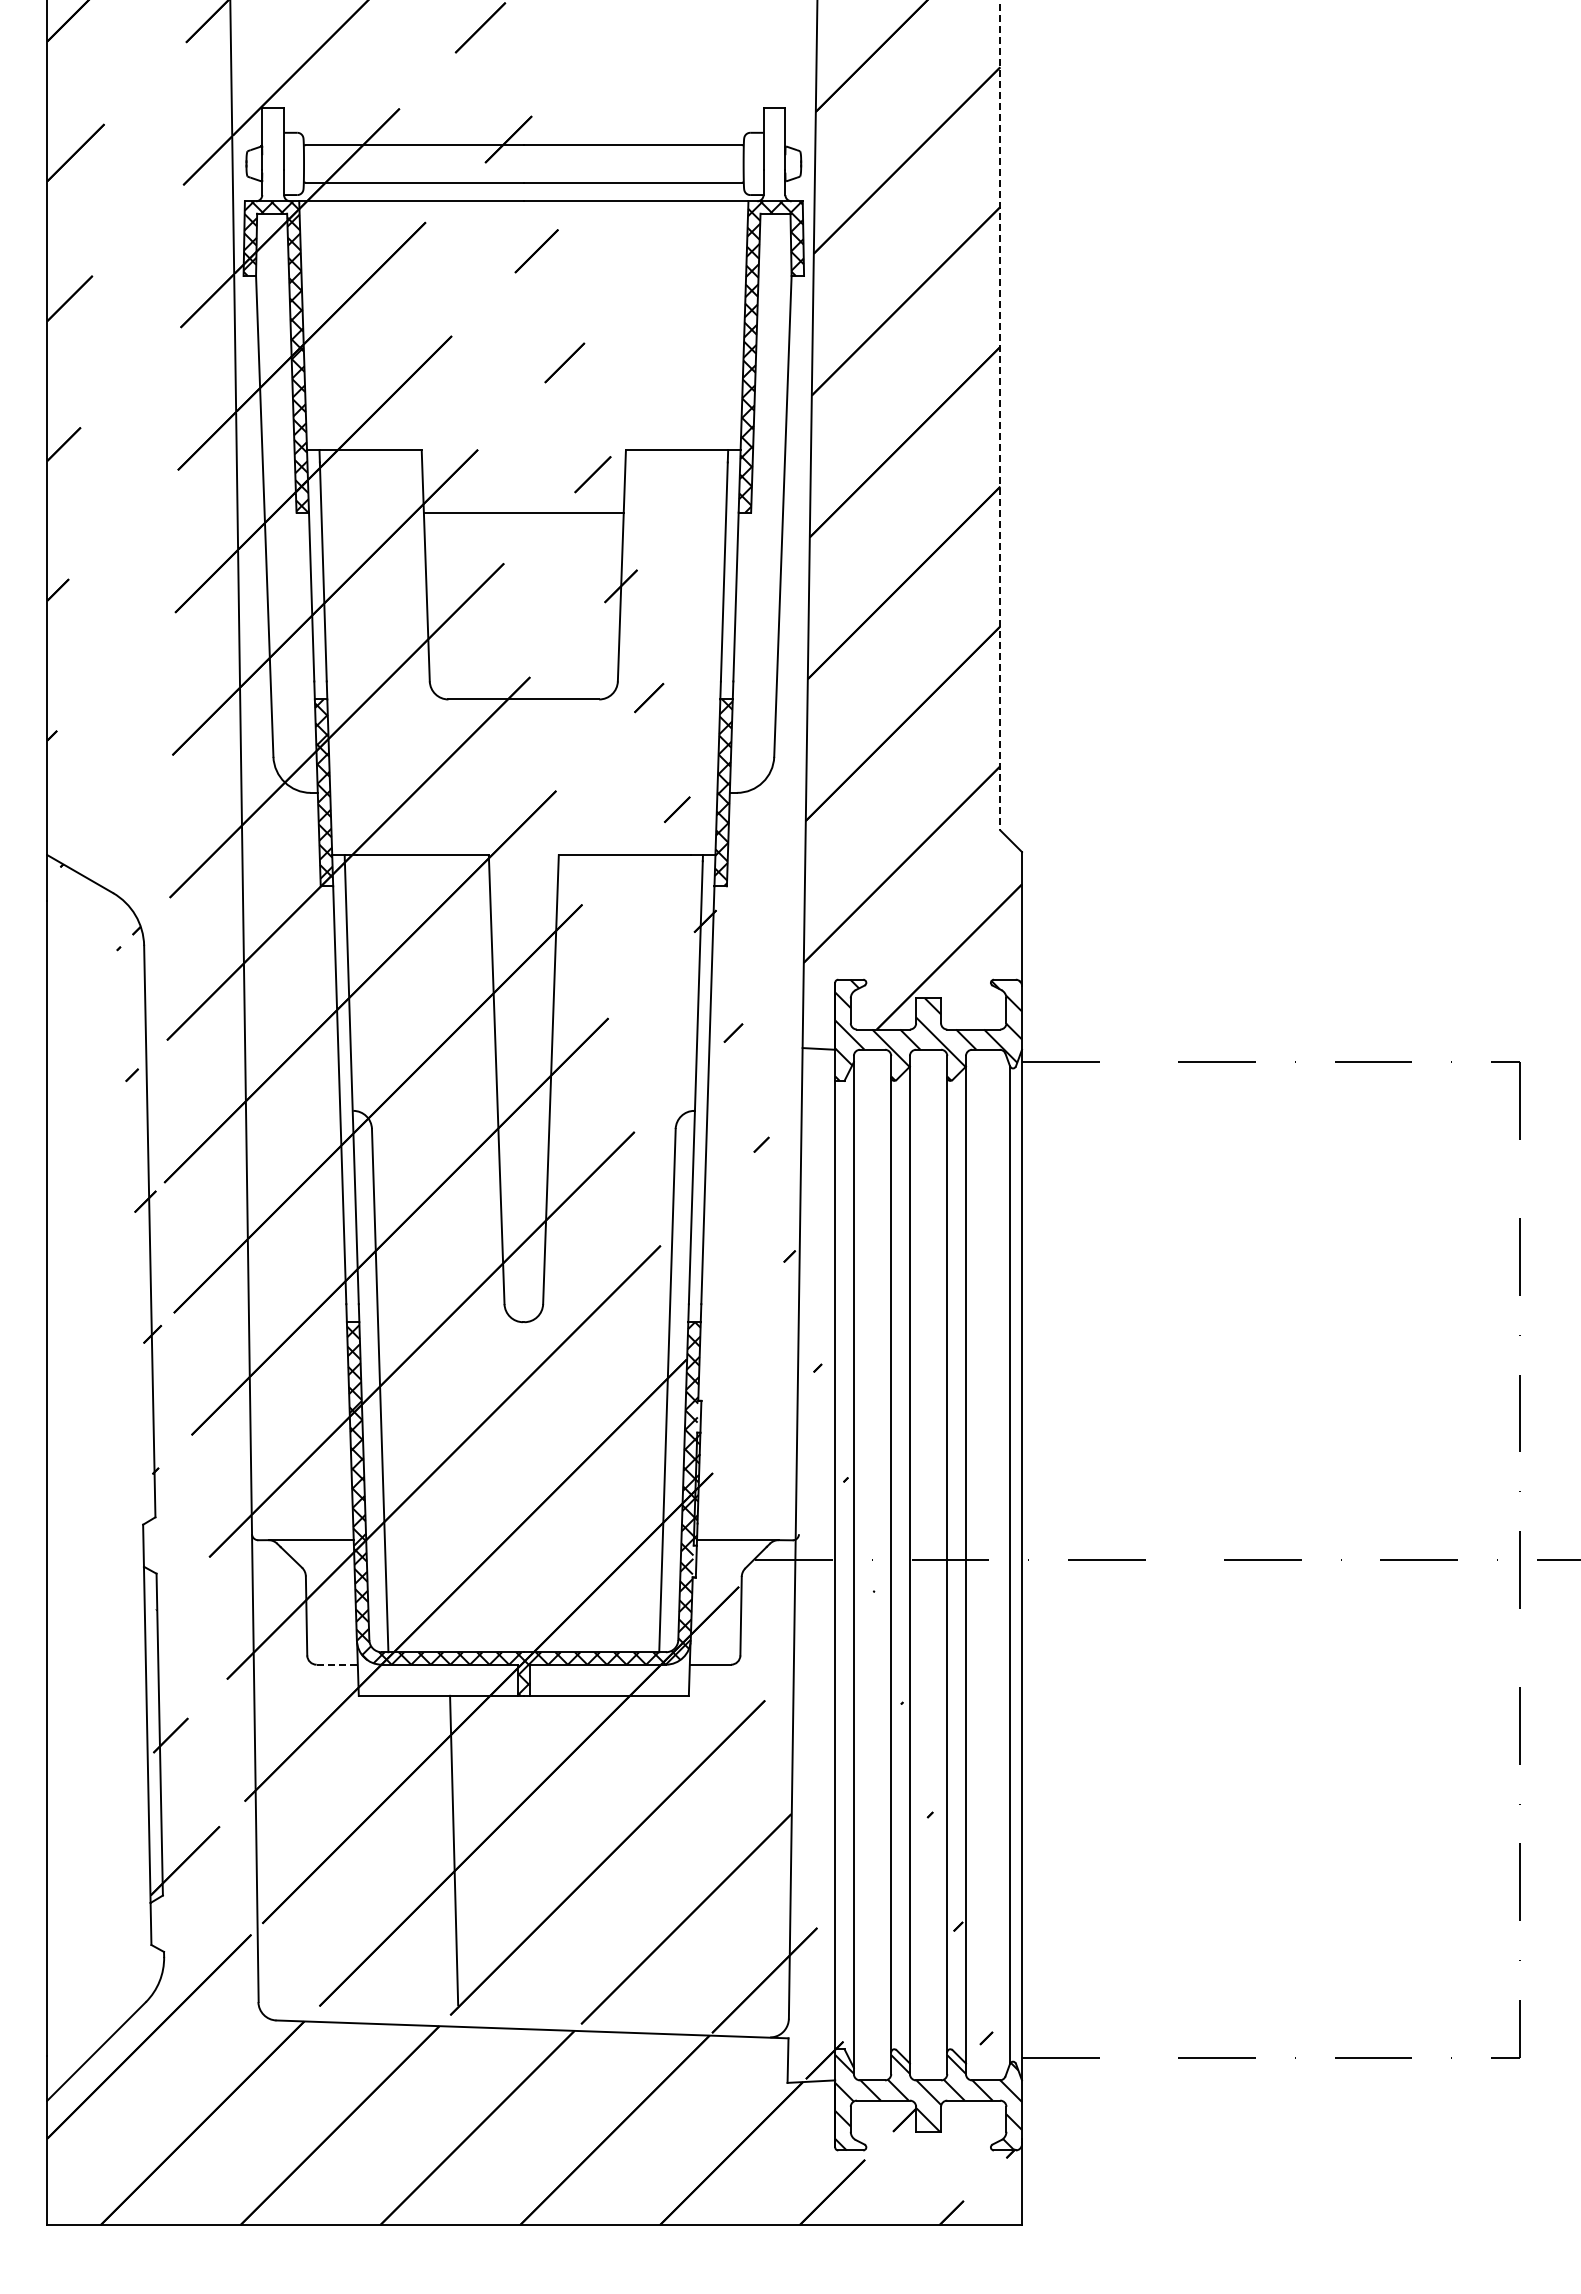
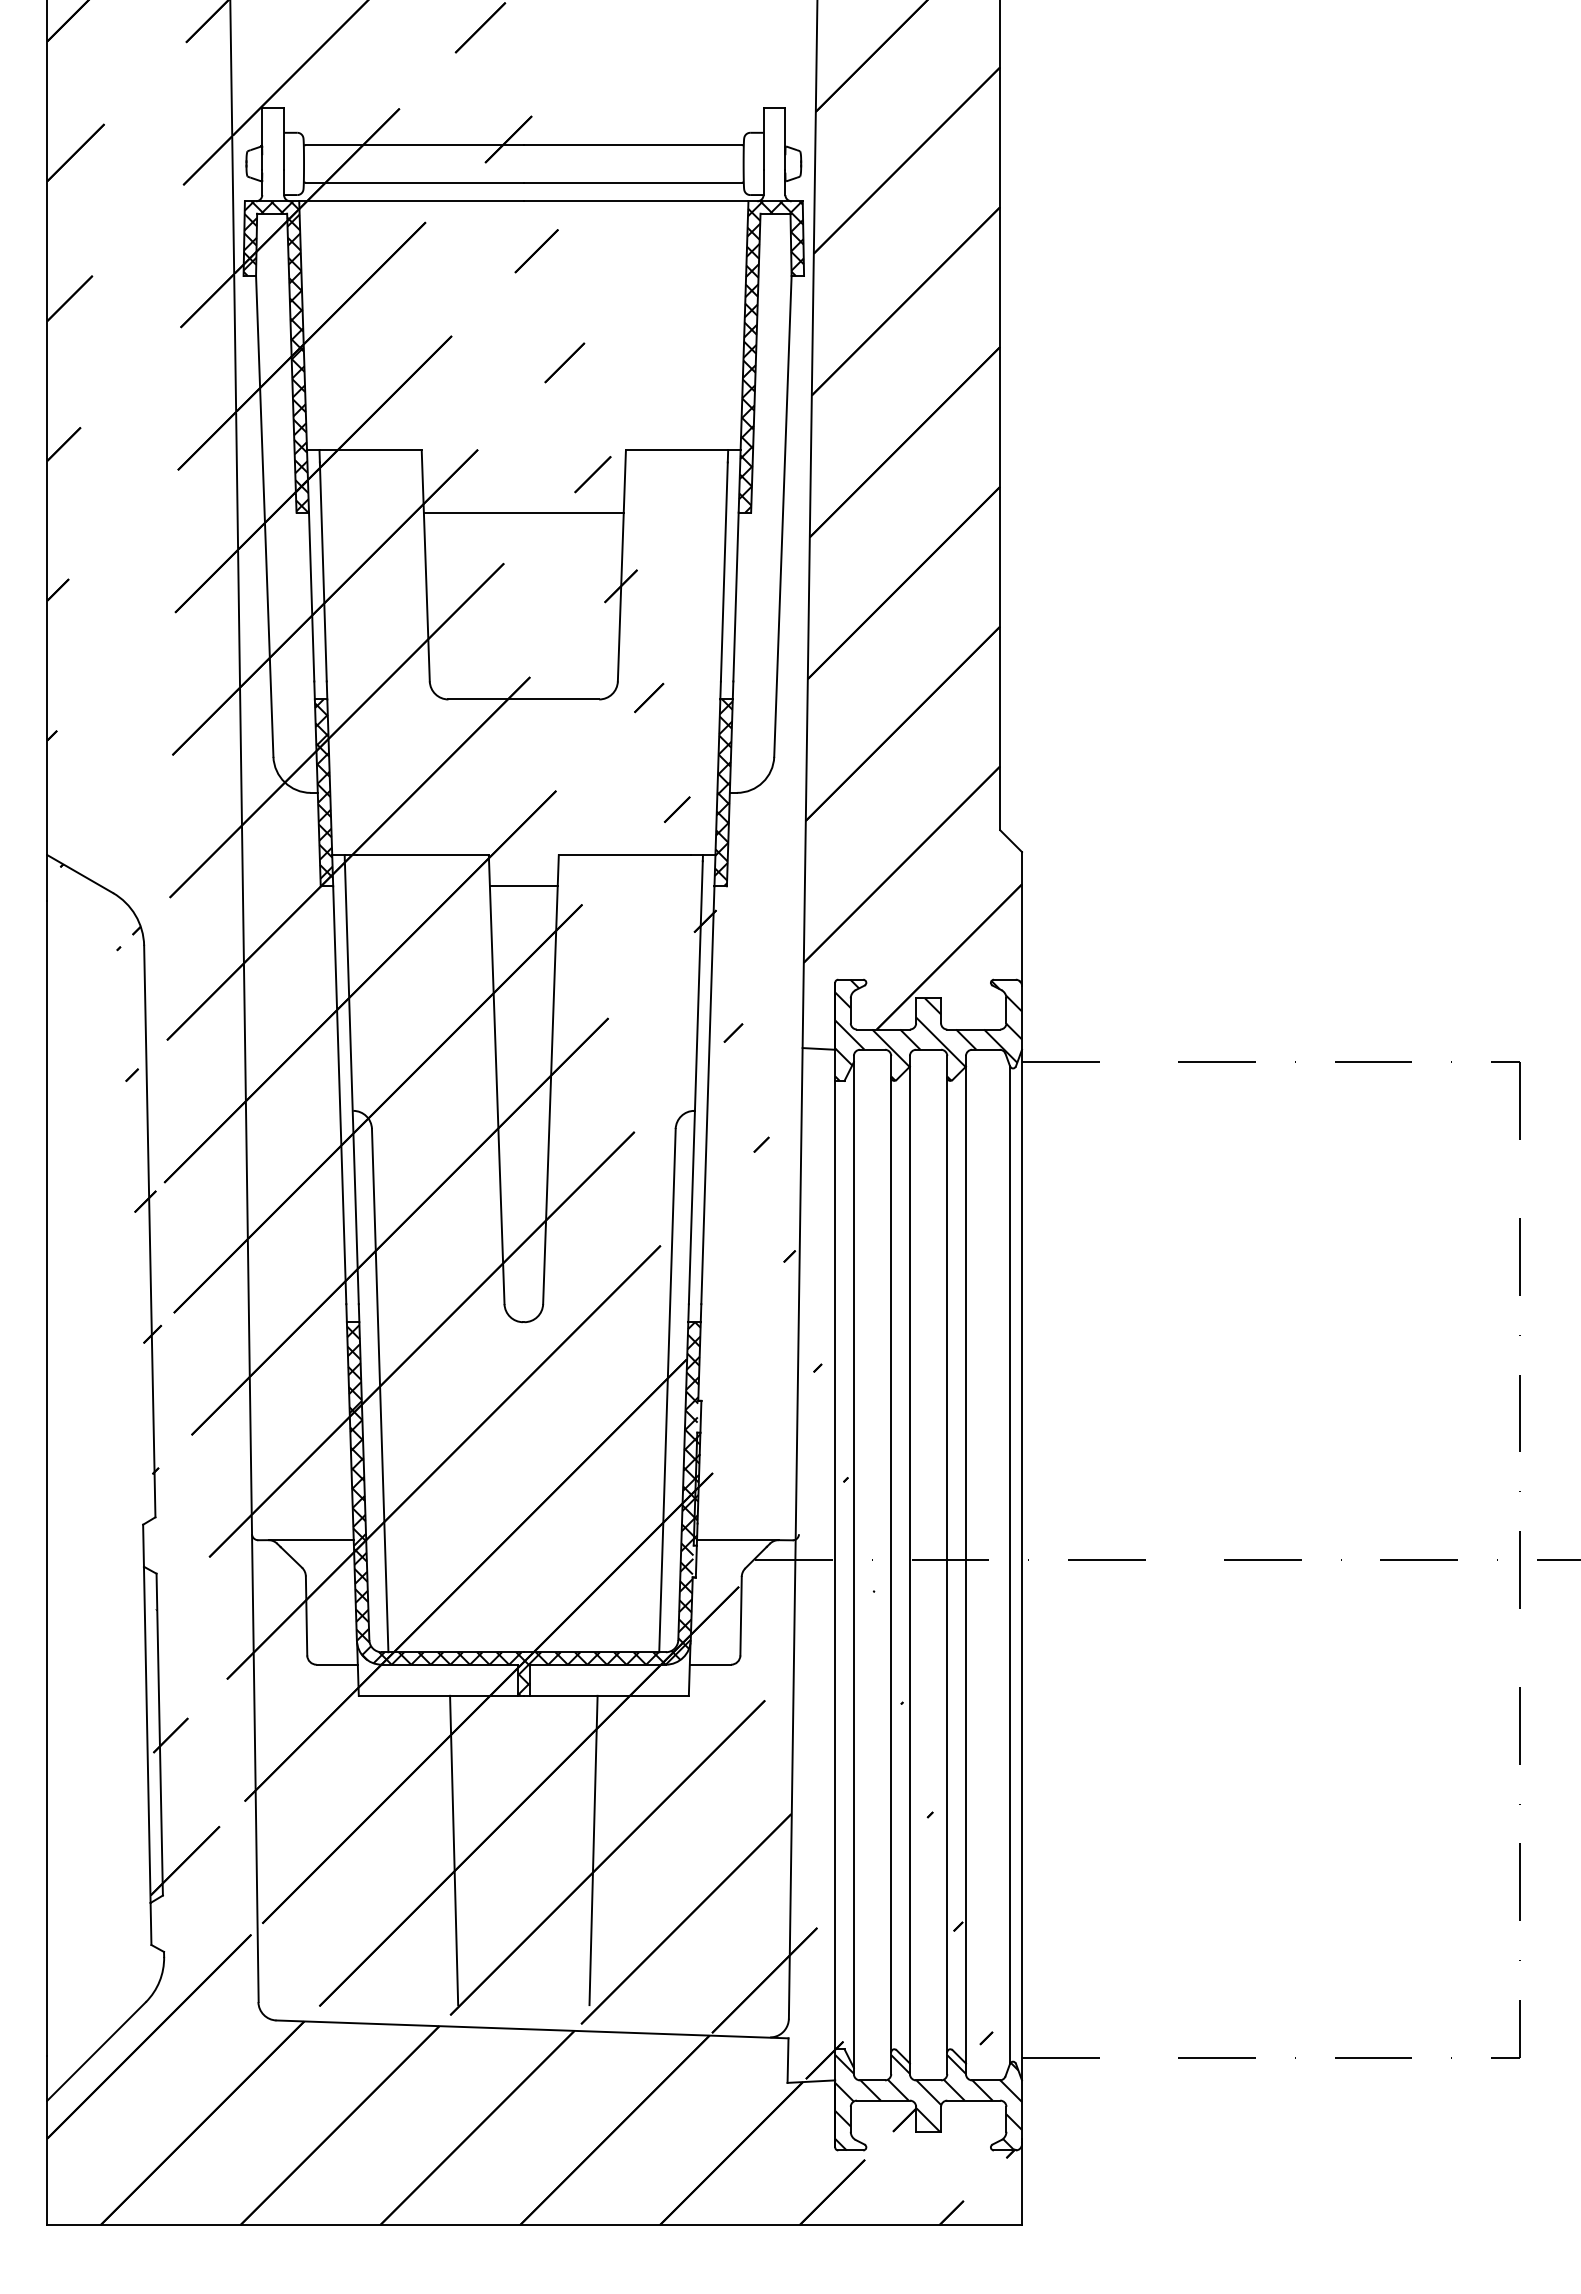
line at (1000, 415): dashed -> solid
line at (523, 886): none -> present
line at (337, 1664): dashed -> solid
line at (593, 1850): none -> present
